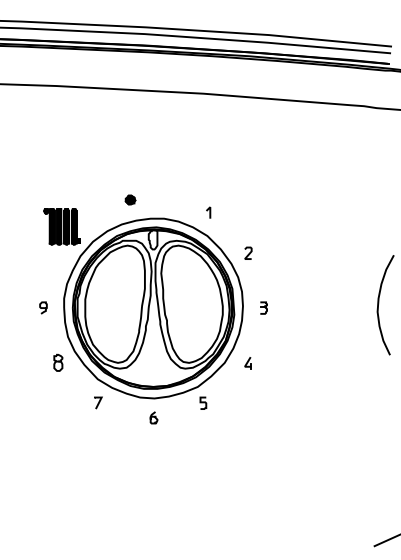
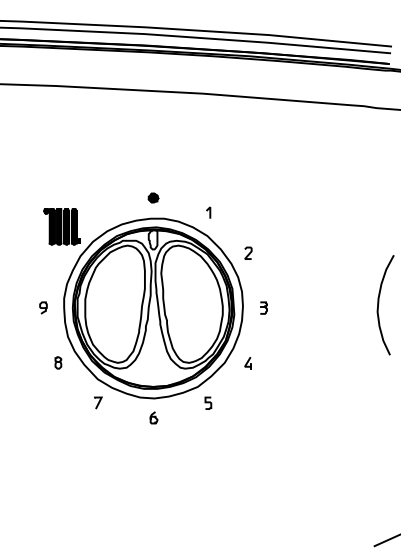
part at (130, 199) position: (130, 199) -> (153, 197)
part at (58, 362) size: 11x19 px -> 9x14 px
curve at (203, 402) position: (203, 402) -> (208, 402)
